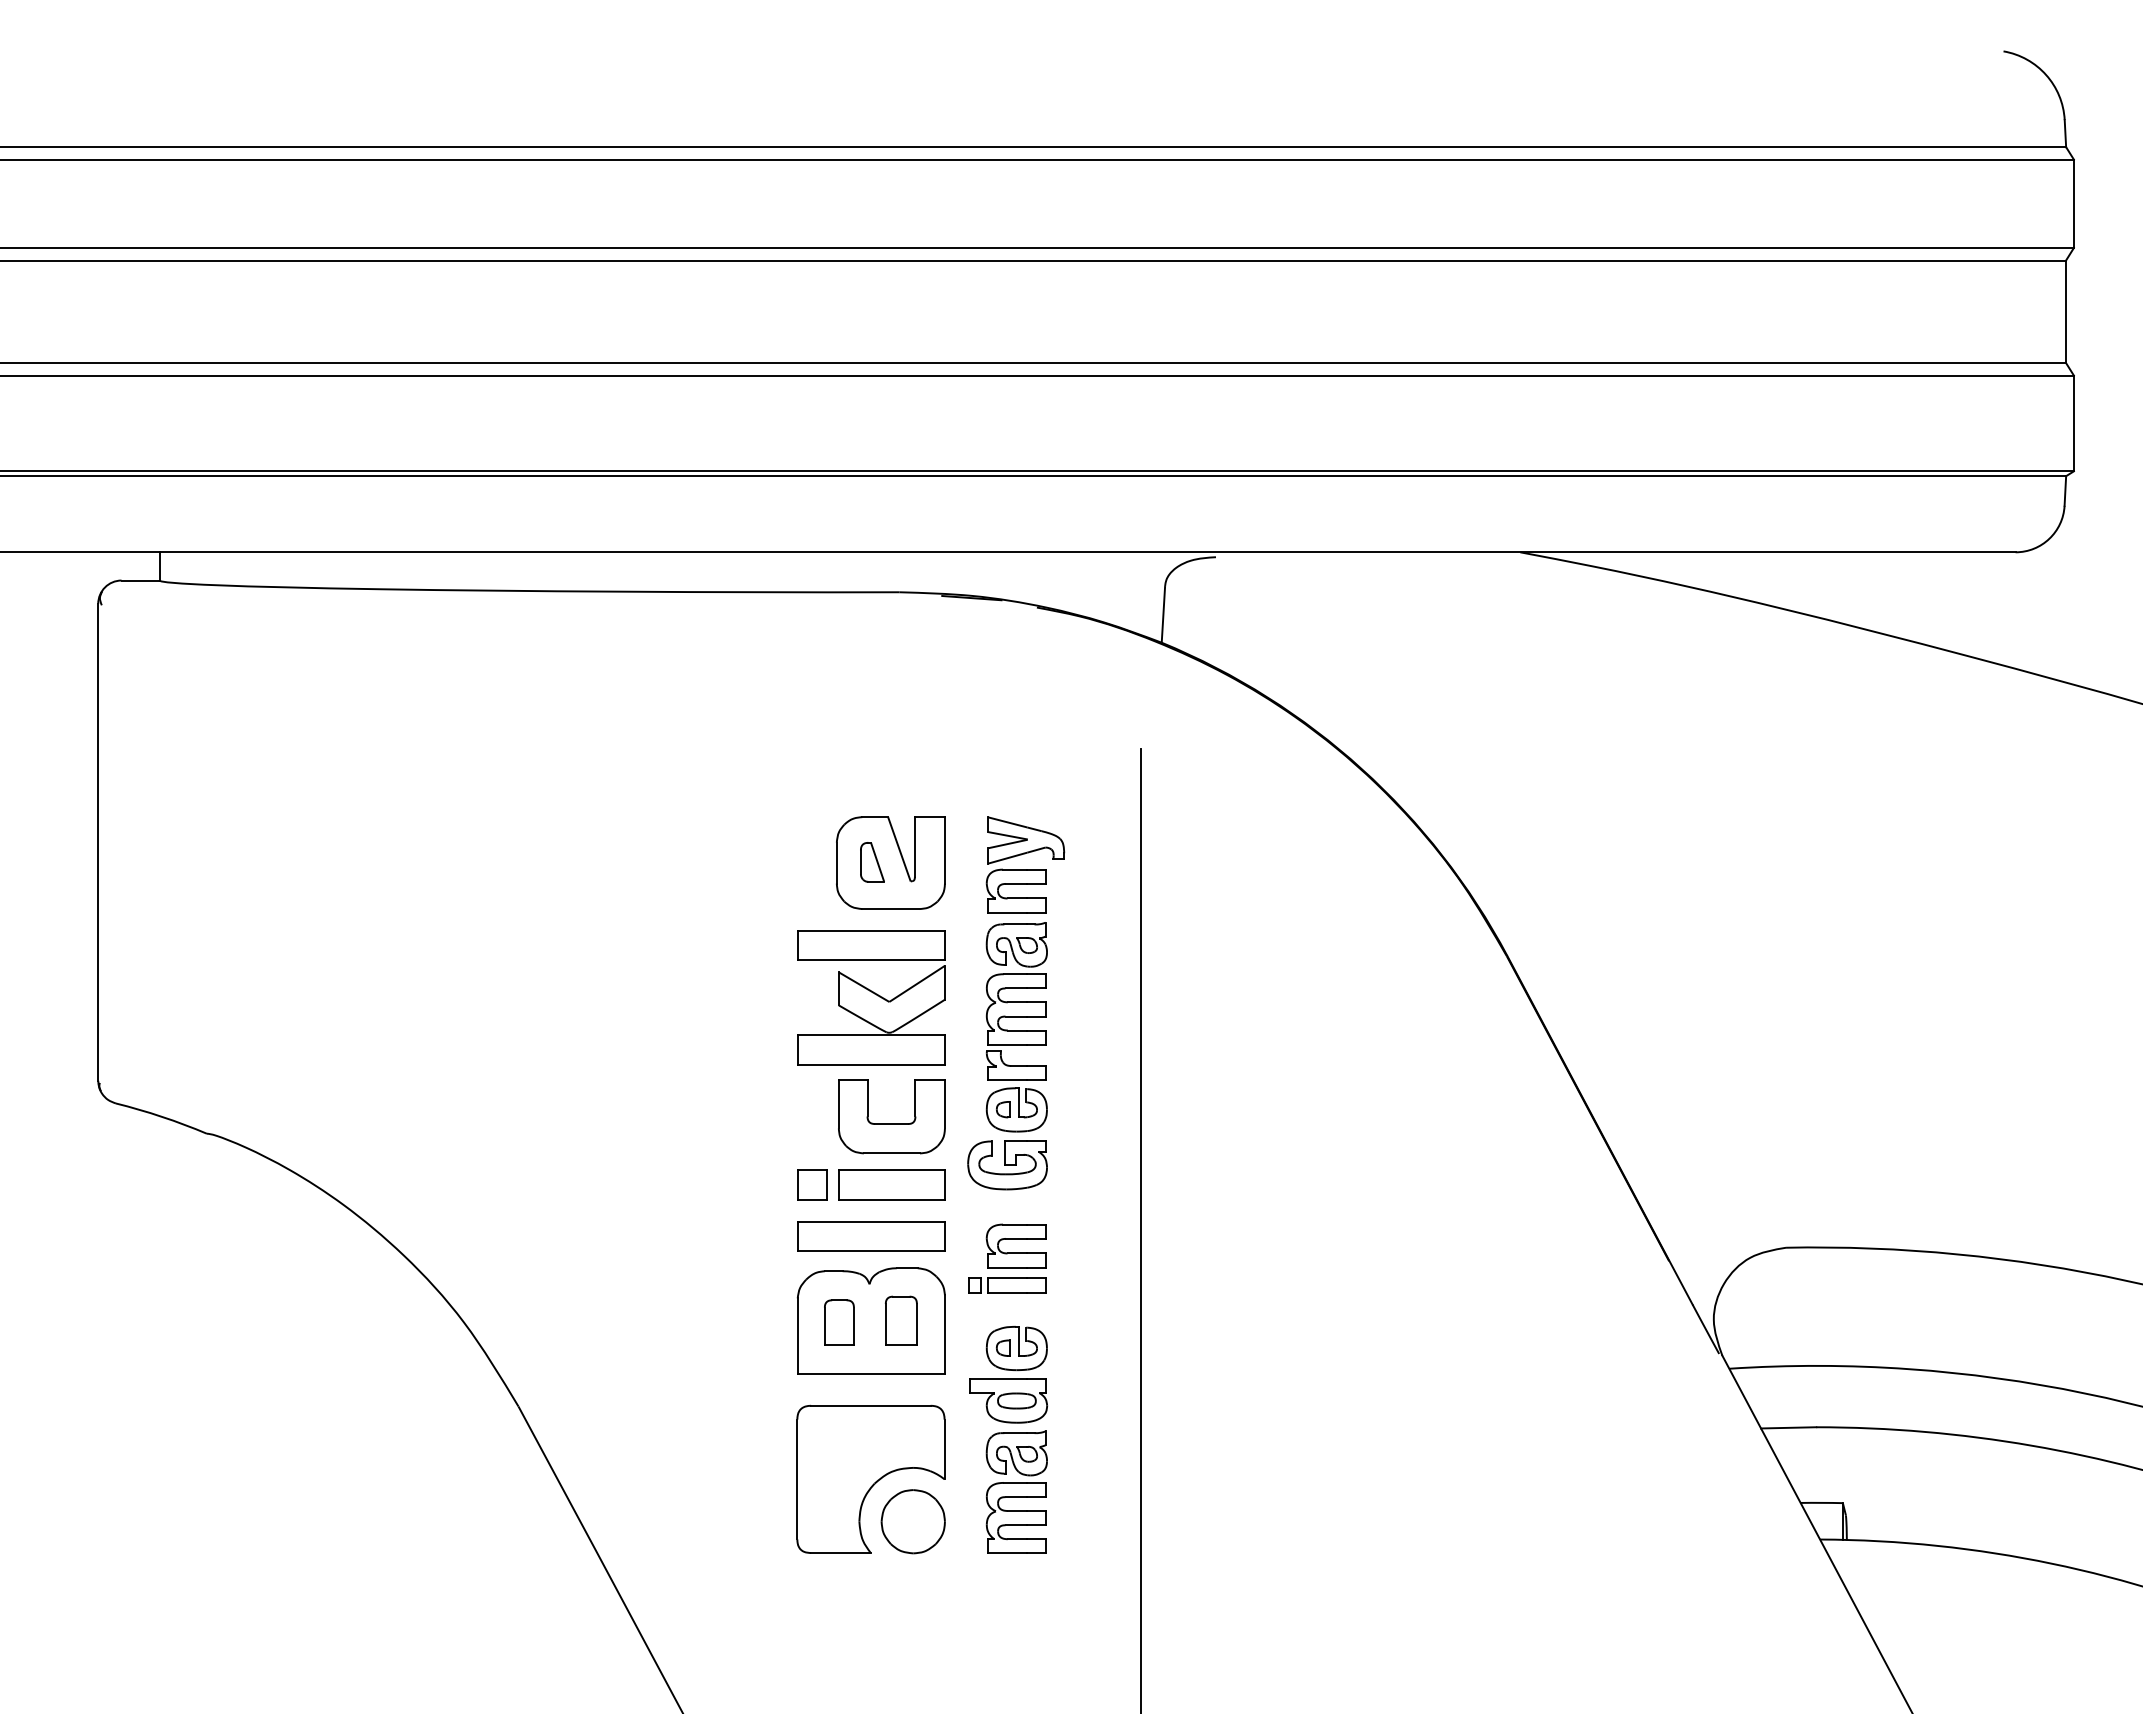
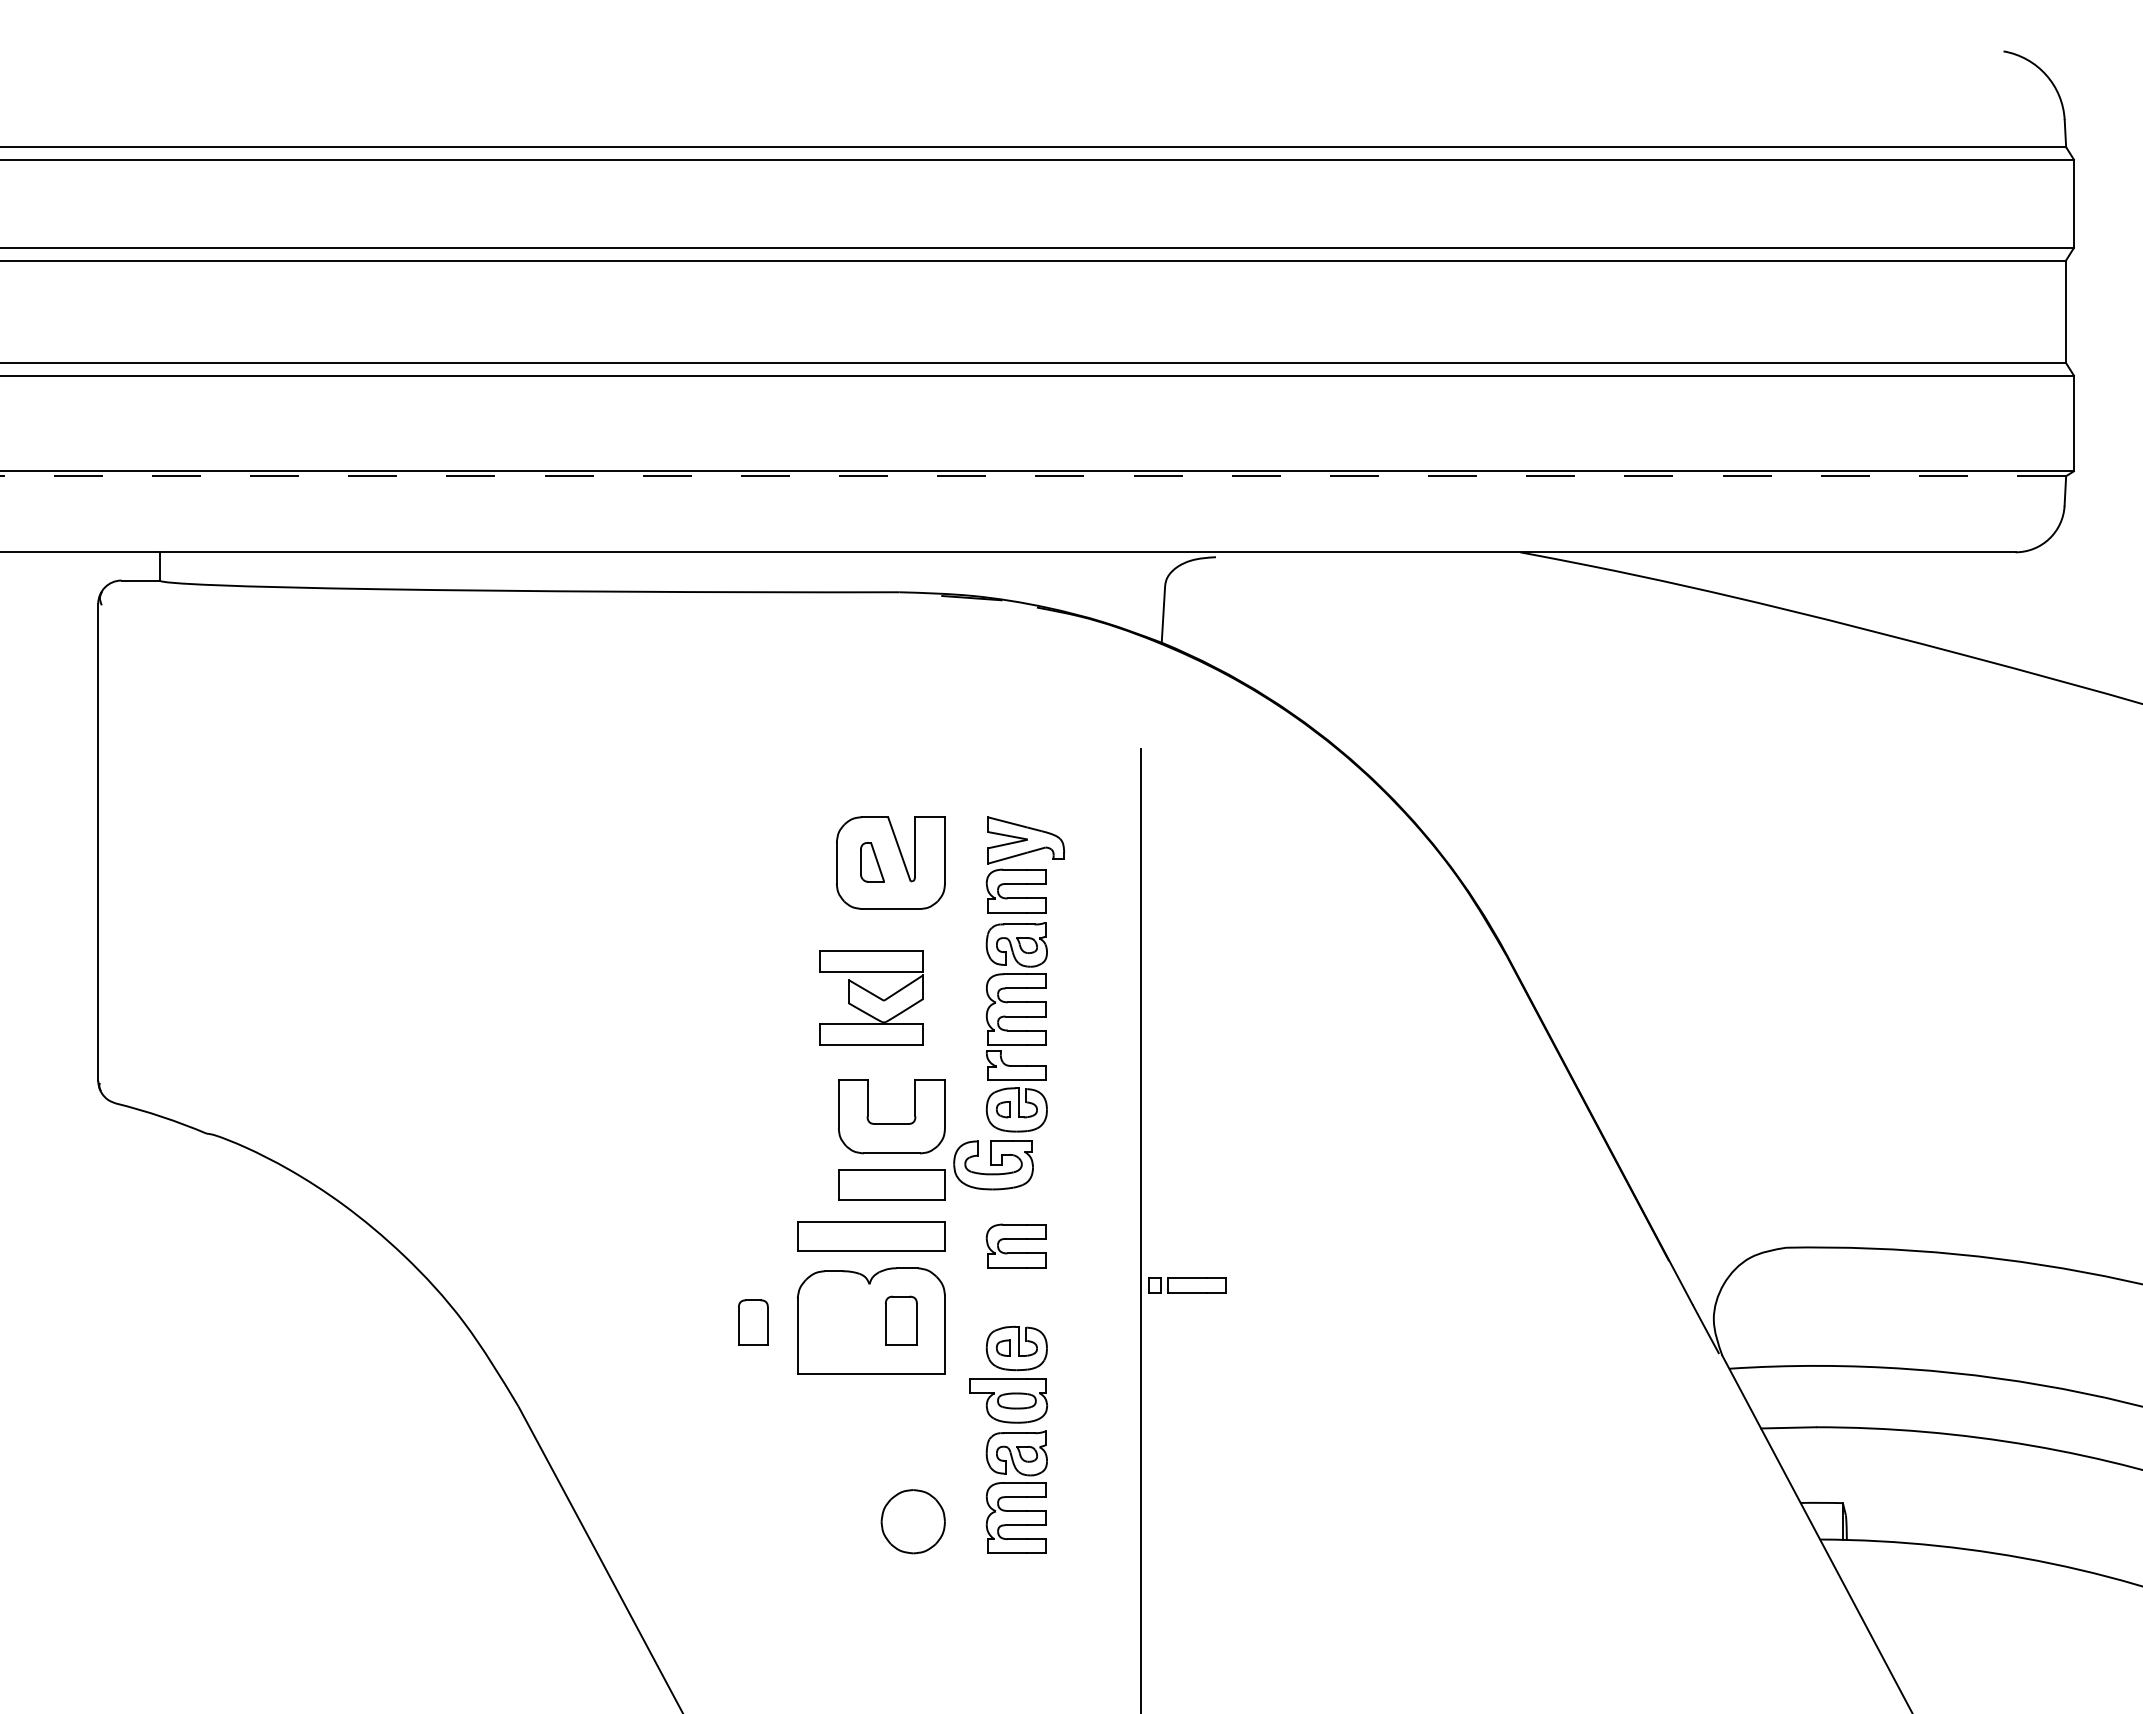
line at (1033, 476): solid -> dashed
part at (871, 997) size: 149x136 px -> 105x96 px
part at (1007, 1165) position: (1007, 1165) -> (993, 1165)
part at (812, 1184): present -> none
part at (1007, 1285) position: (1007, 1285) -> (1187, 1285)
part at (839, 1322) position: (839, 1322) -> (753, 1322)
part at (870, 1478): present -> none
